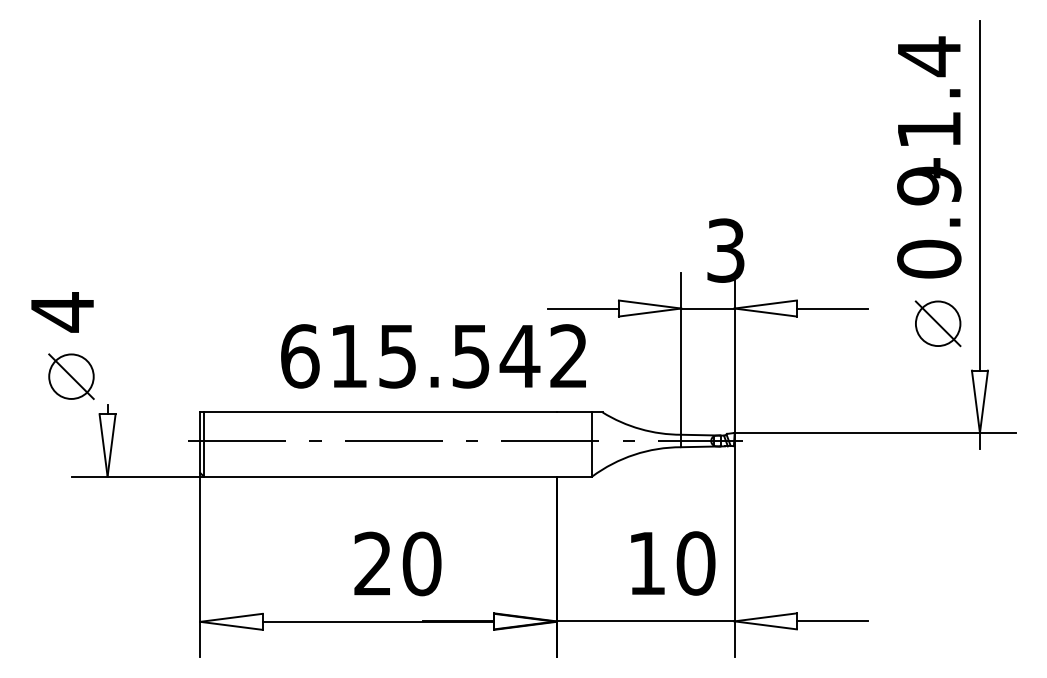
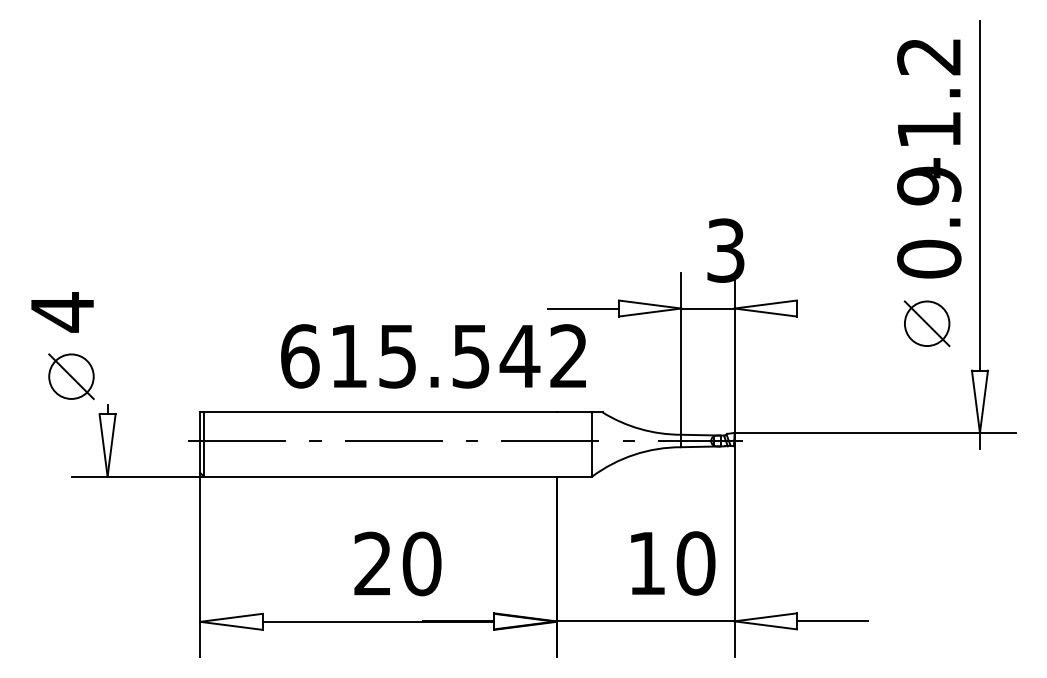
text at (928, 56): -1.4 -> -1.2
line at (832, 308): present -> none
part at (937, 323) position: (937, 323) -> (926, 323)
